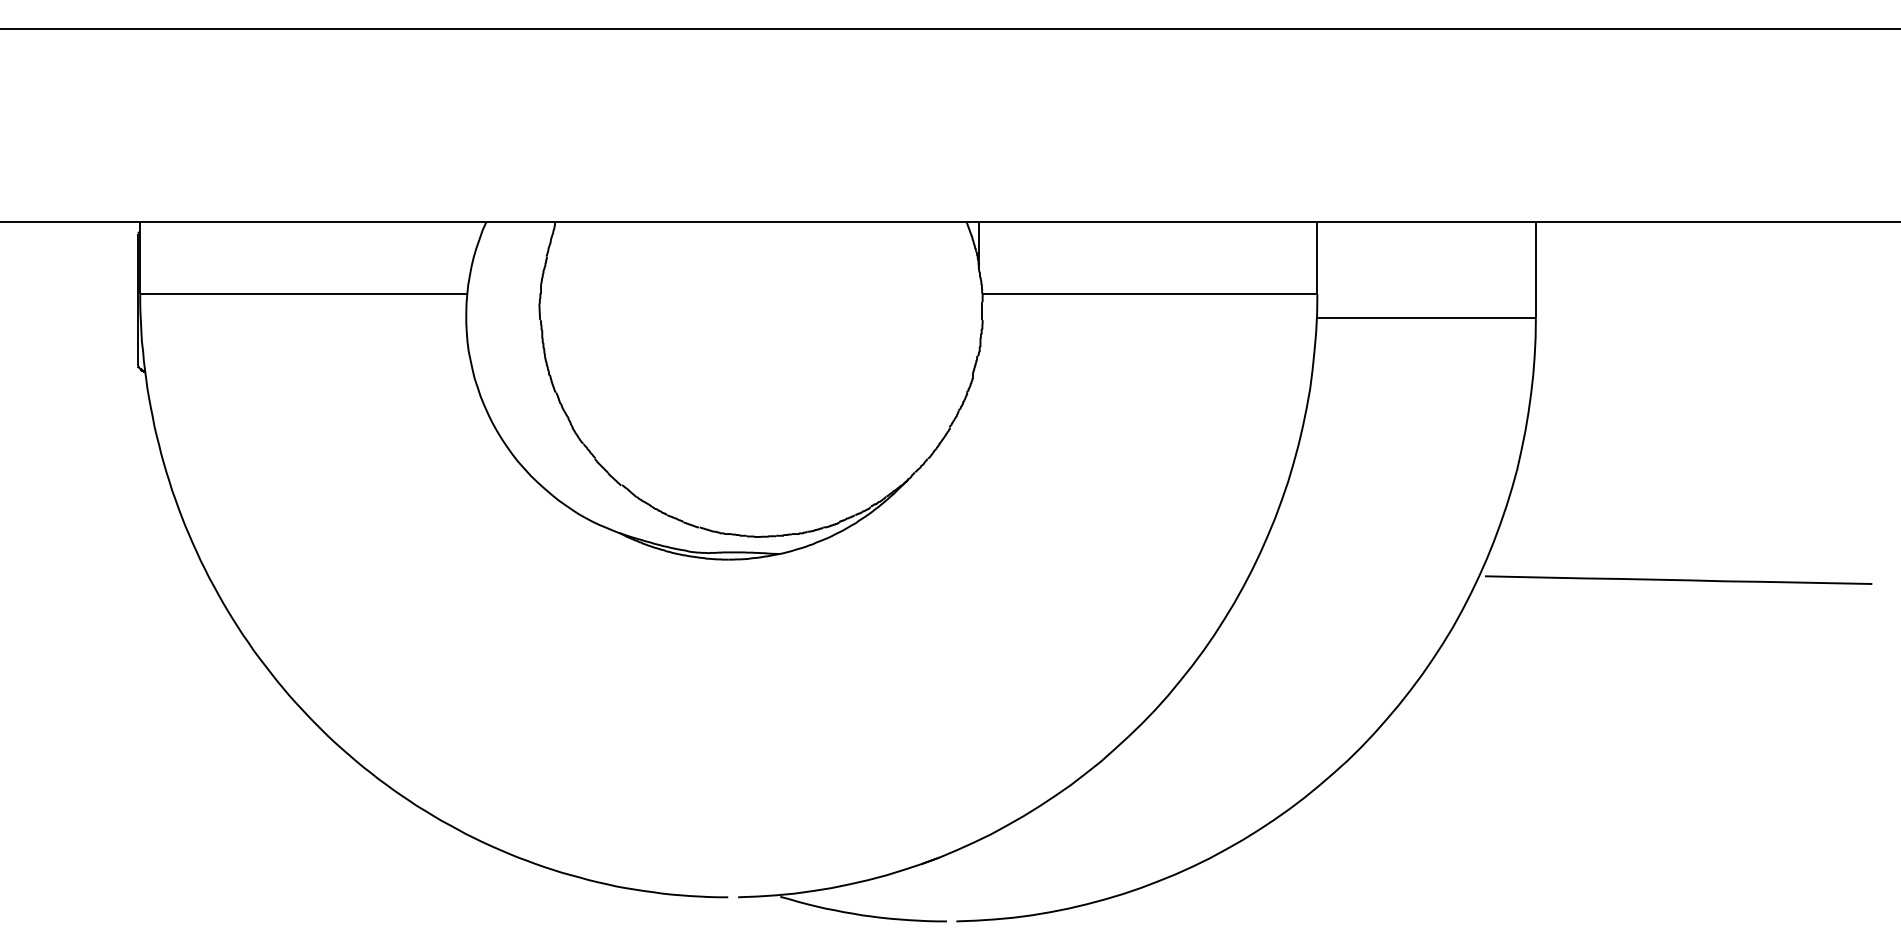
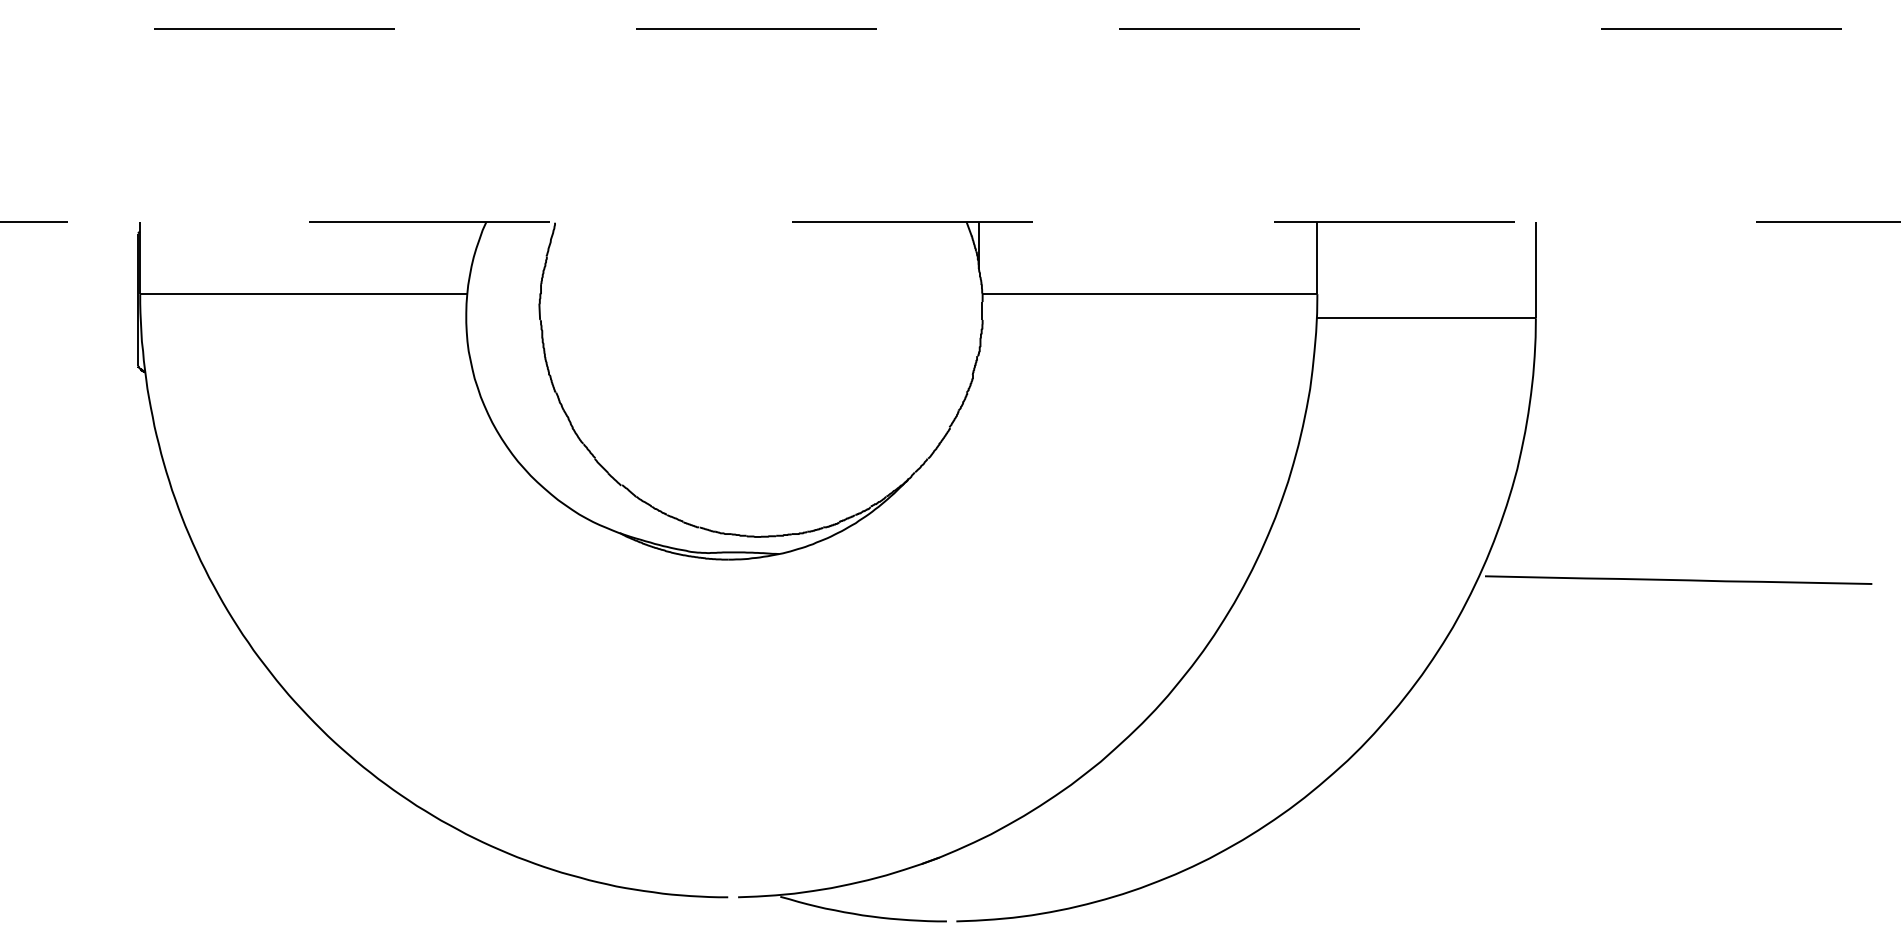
line at (951, 28): solid -> dashed
line at (950, 221): solid -> dashed
